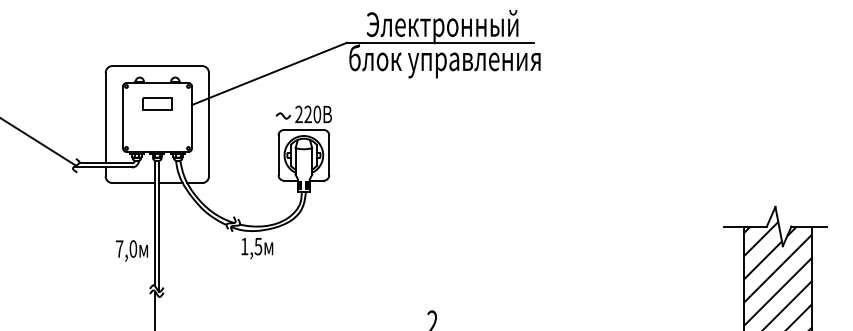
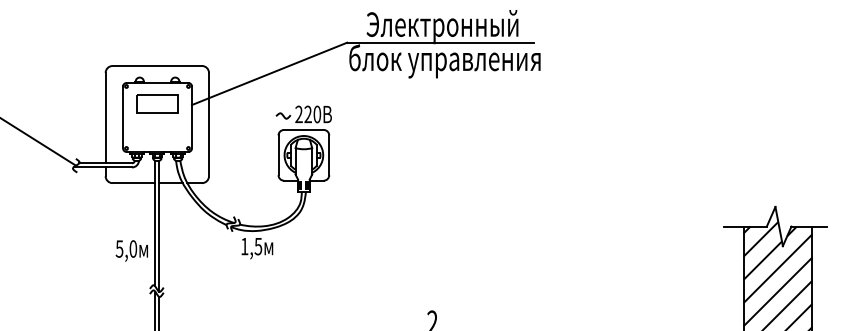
part at (157, 103) size: 31x14 px -> 43x20 px
text at (119, 248): 7,0 -> 5,0
line at (159, 311): none -> present
